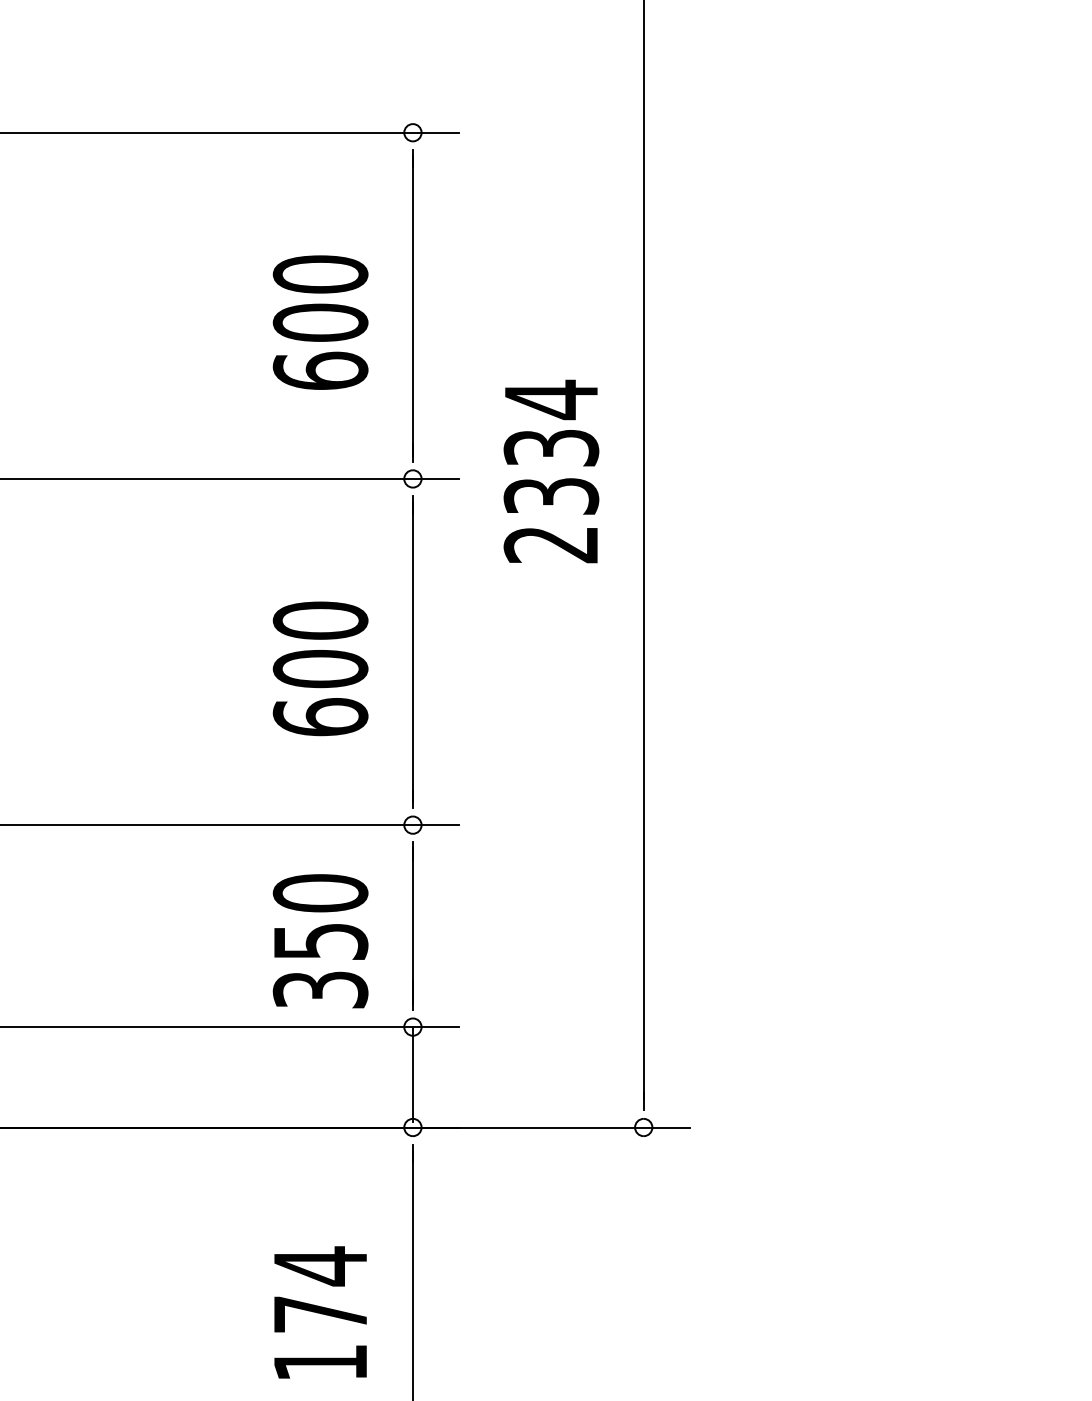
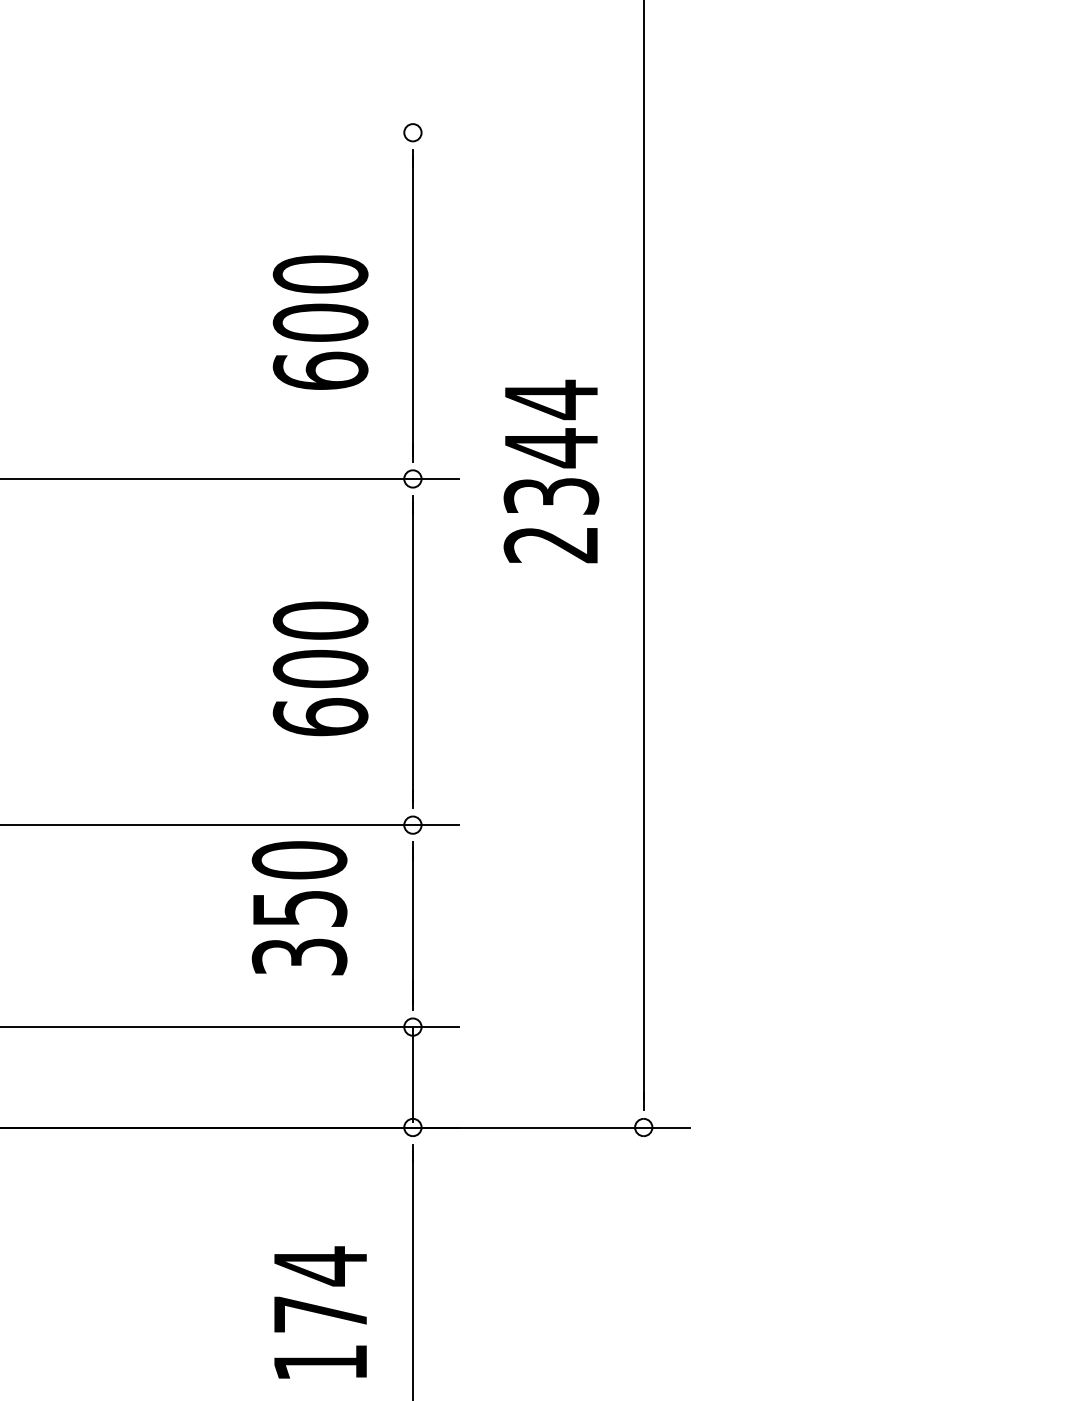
line at (230, 132): present -> none
text at (551, 448): 2334 -> 2344
text at (320, 941) position: (320, 941) -> (299, 908)
